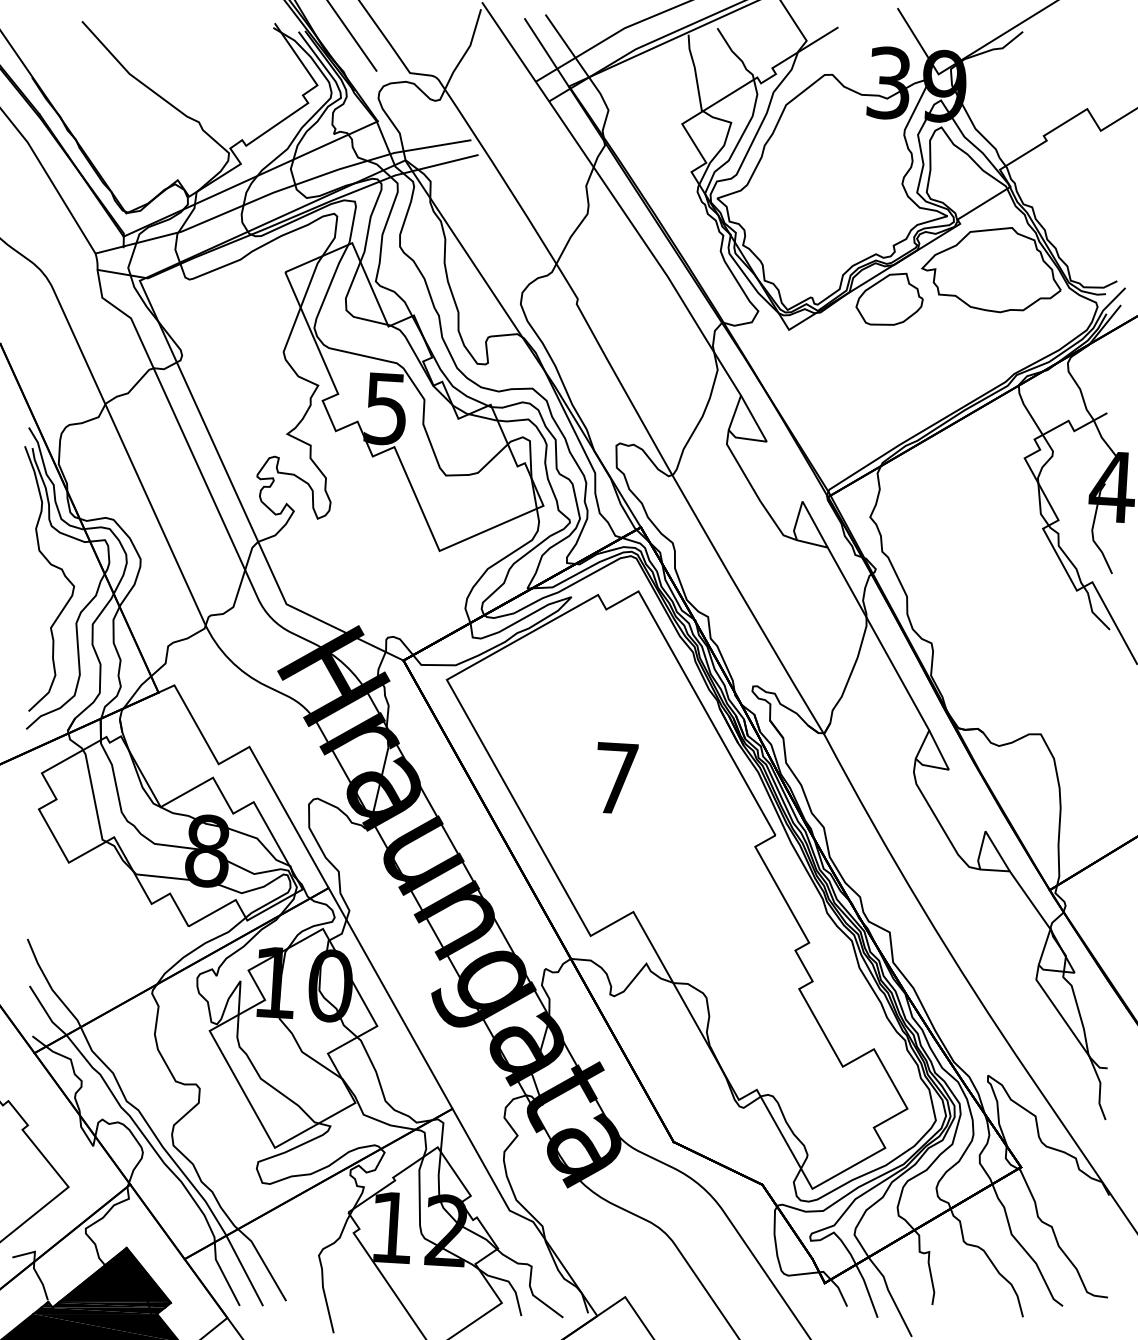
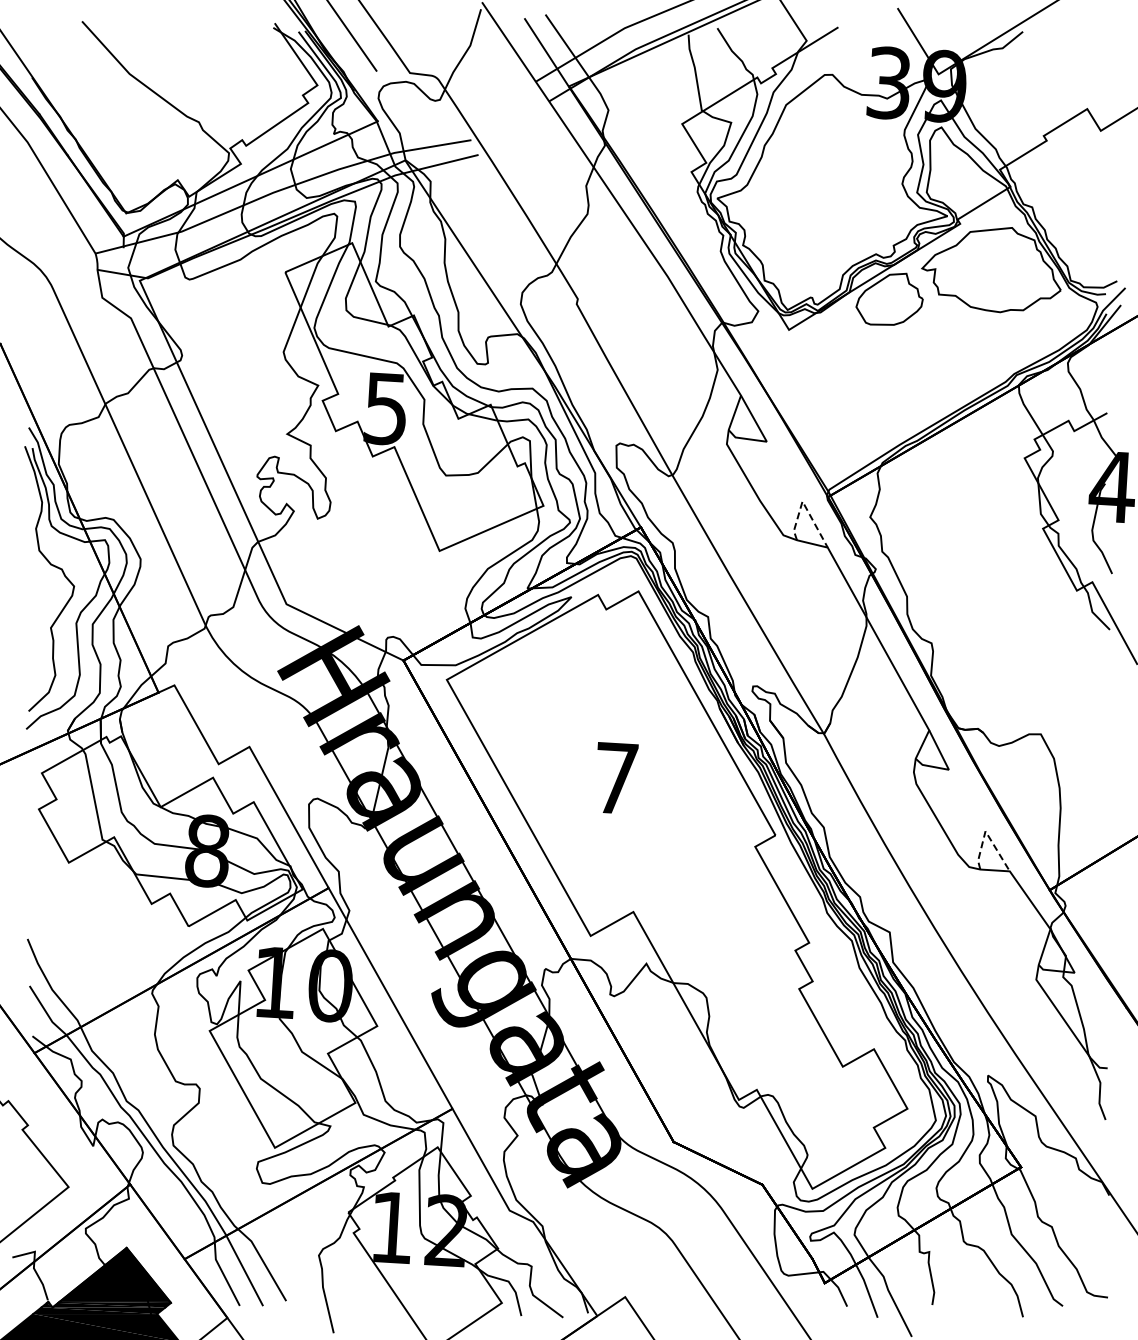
line at (804, 505): solid -> dashed
line at (987, 833): solid -> dashed
